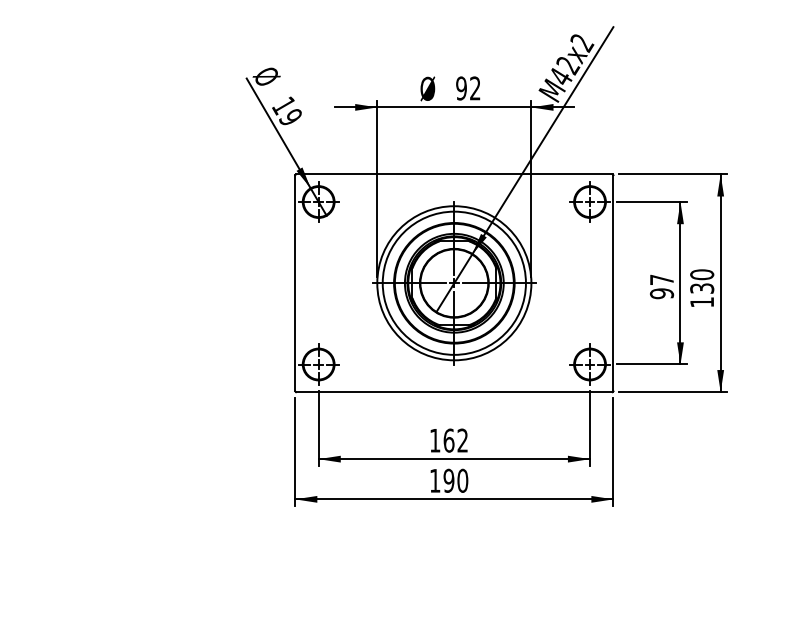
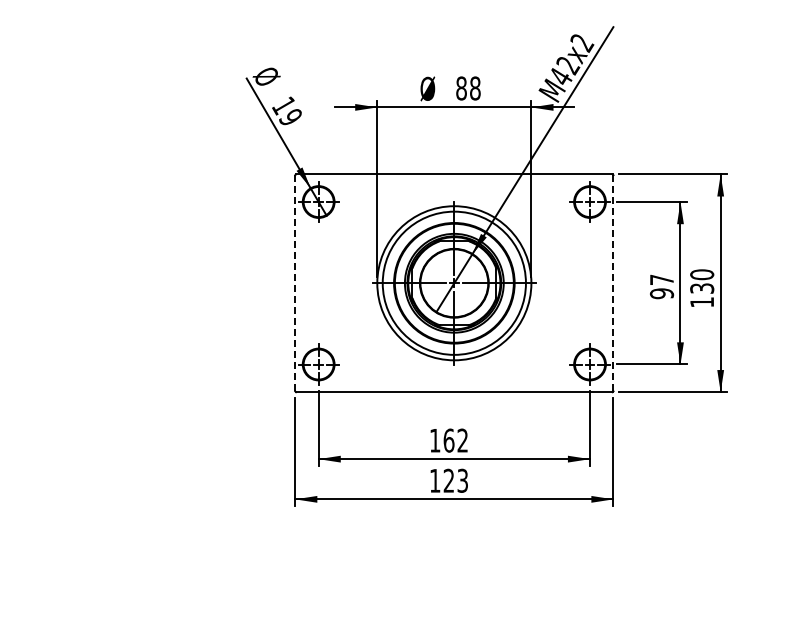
text at (468, 88): 92 -> 88
line at (295, 283): solid -> dashed
line at (613, 283): solid -> dashed
text at (455, 480): 190 -> 123
